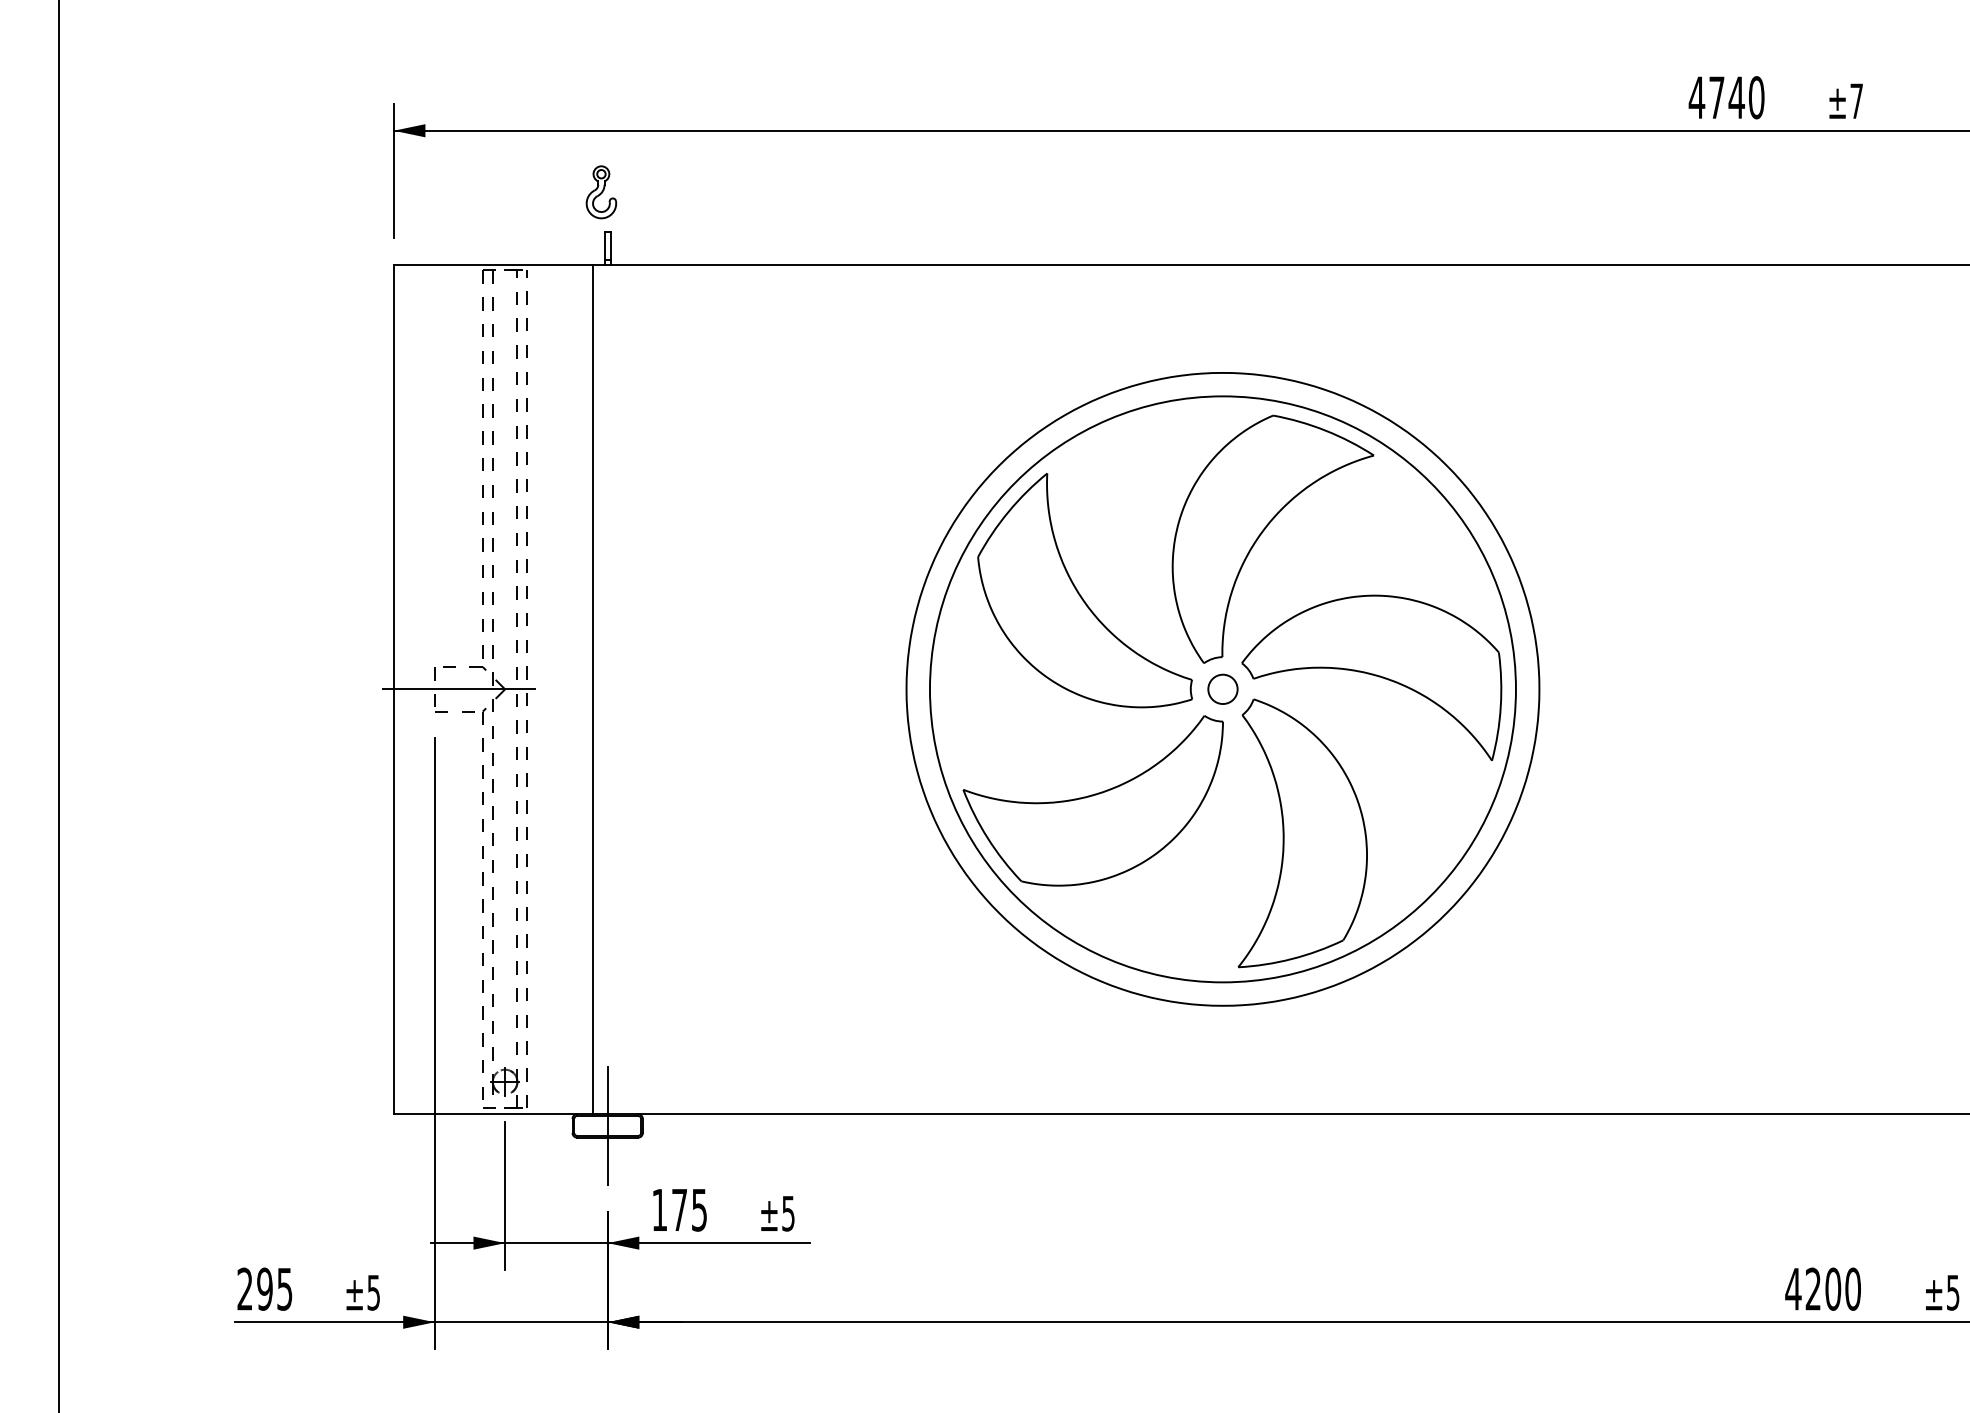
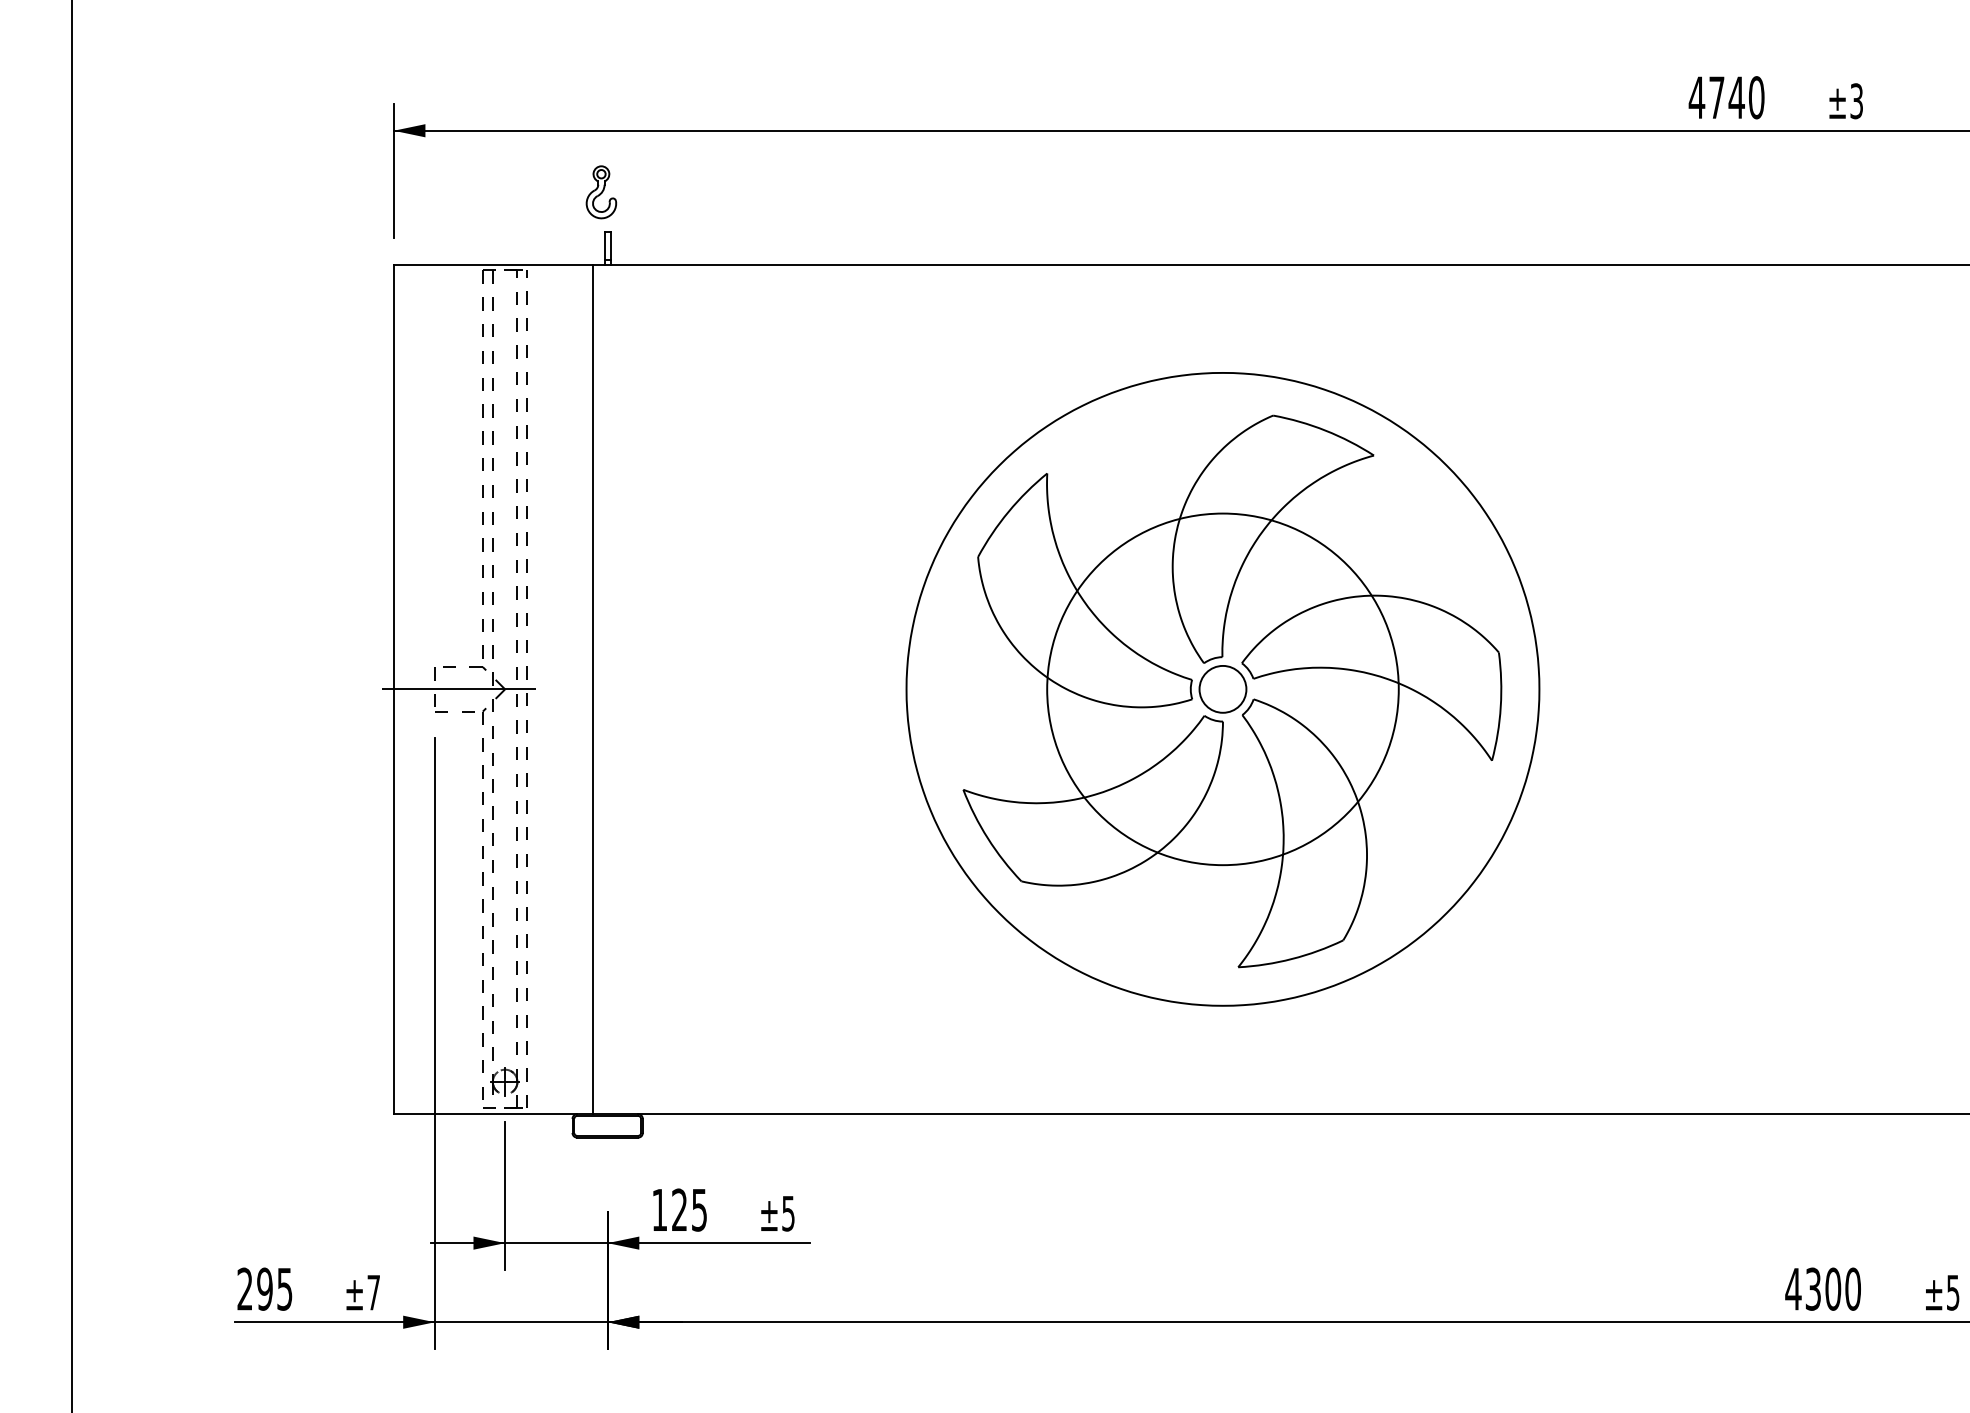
text at (1856, 101): ±7 -> ±3
circle at (1222, 689) diameter: 29 px -> 47 px
circle at (1222, 689) diameter: 586 px -> 352 px
line at (59, 705) position: (59, 705) -> (72, 705)
line at (607, 1125): present -> none
text at (679, 1209): 175 -> 125
text at (1812, 1288): 4200 -> 4300
text at (373, 1292): ±5 -> ±7
